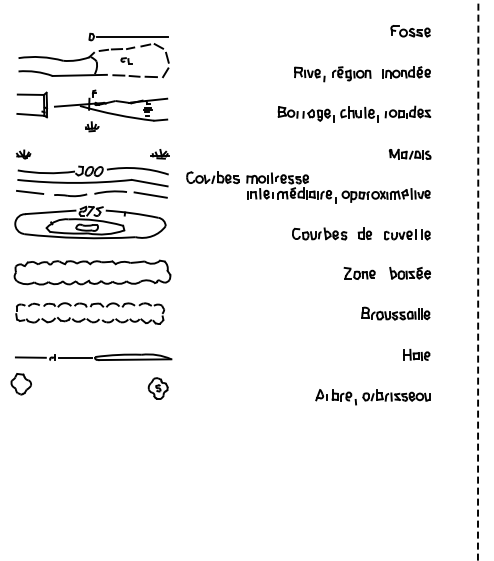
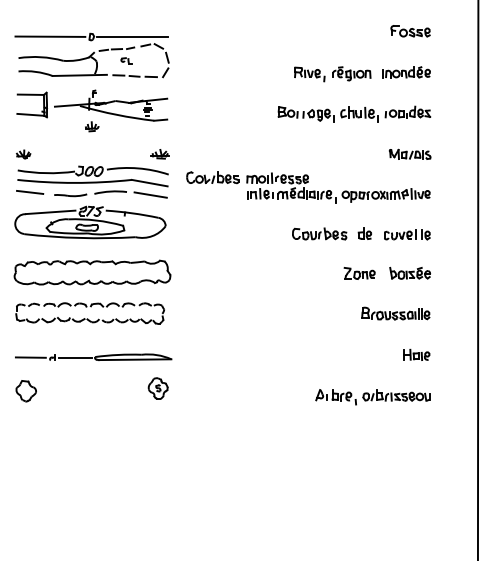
line at (50, 36): none -> present
line at (478, 280): dashed -> solid
part at (20, 384) position: (20, 384) -> (25, 391)
